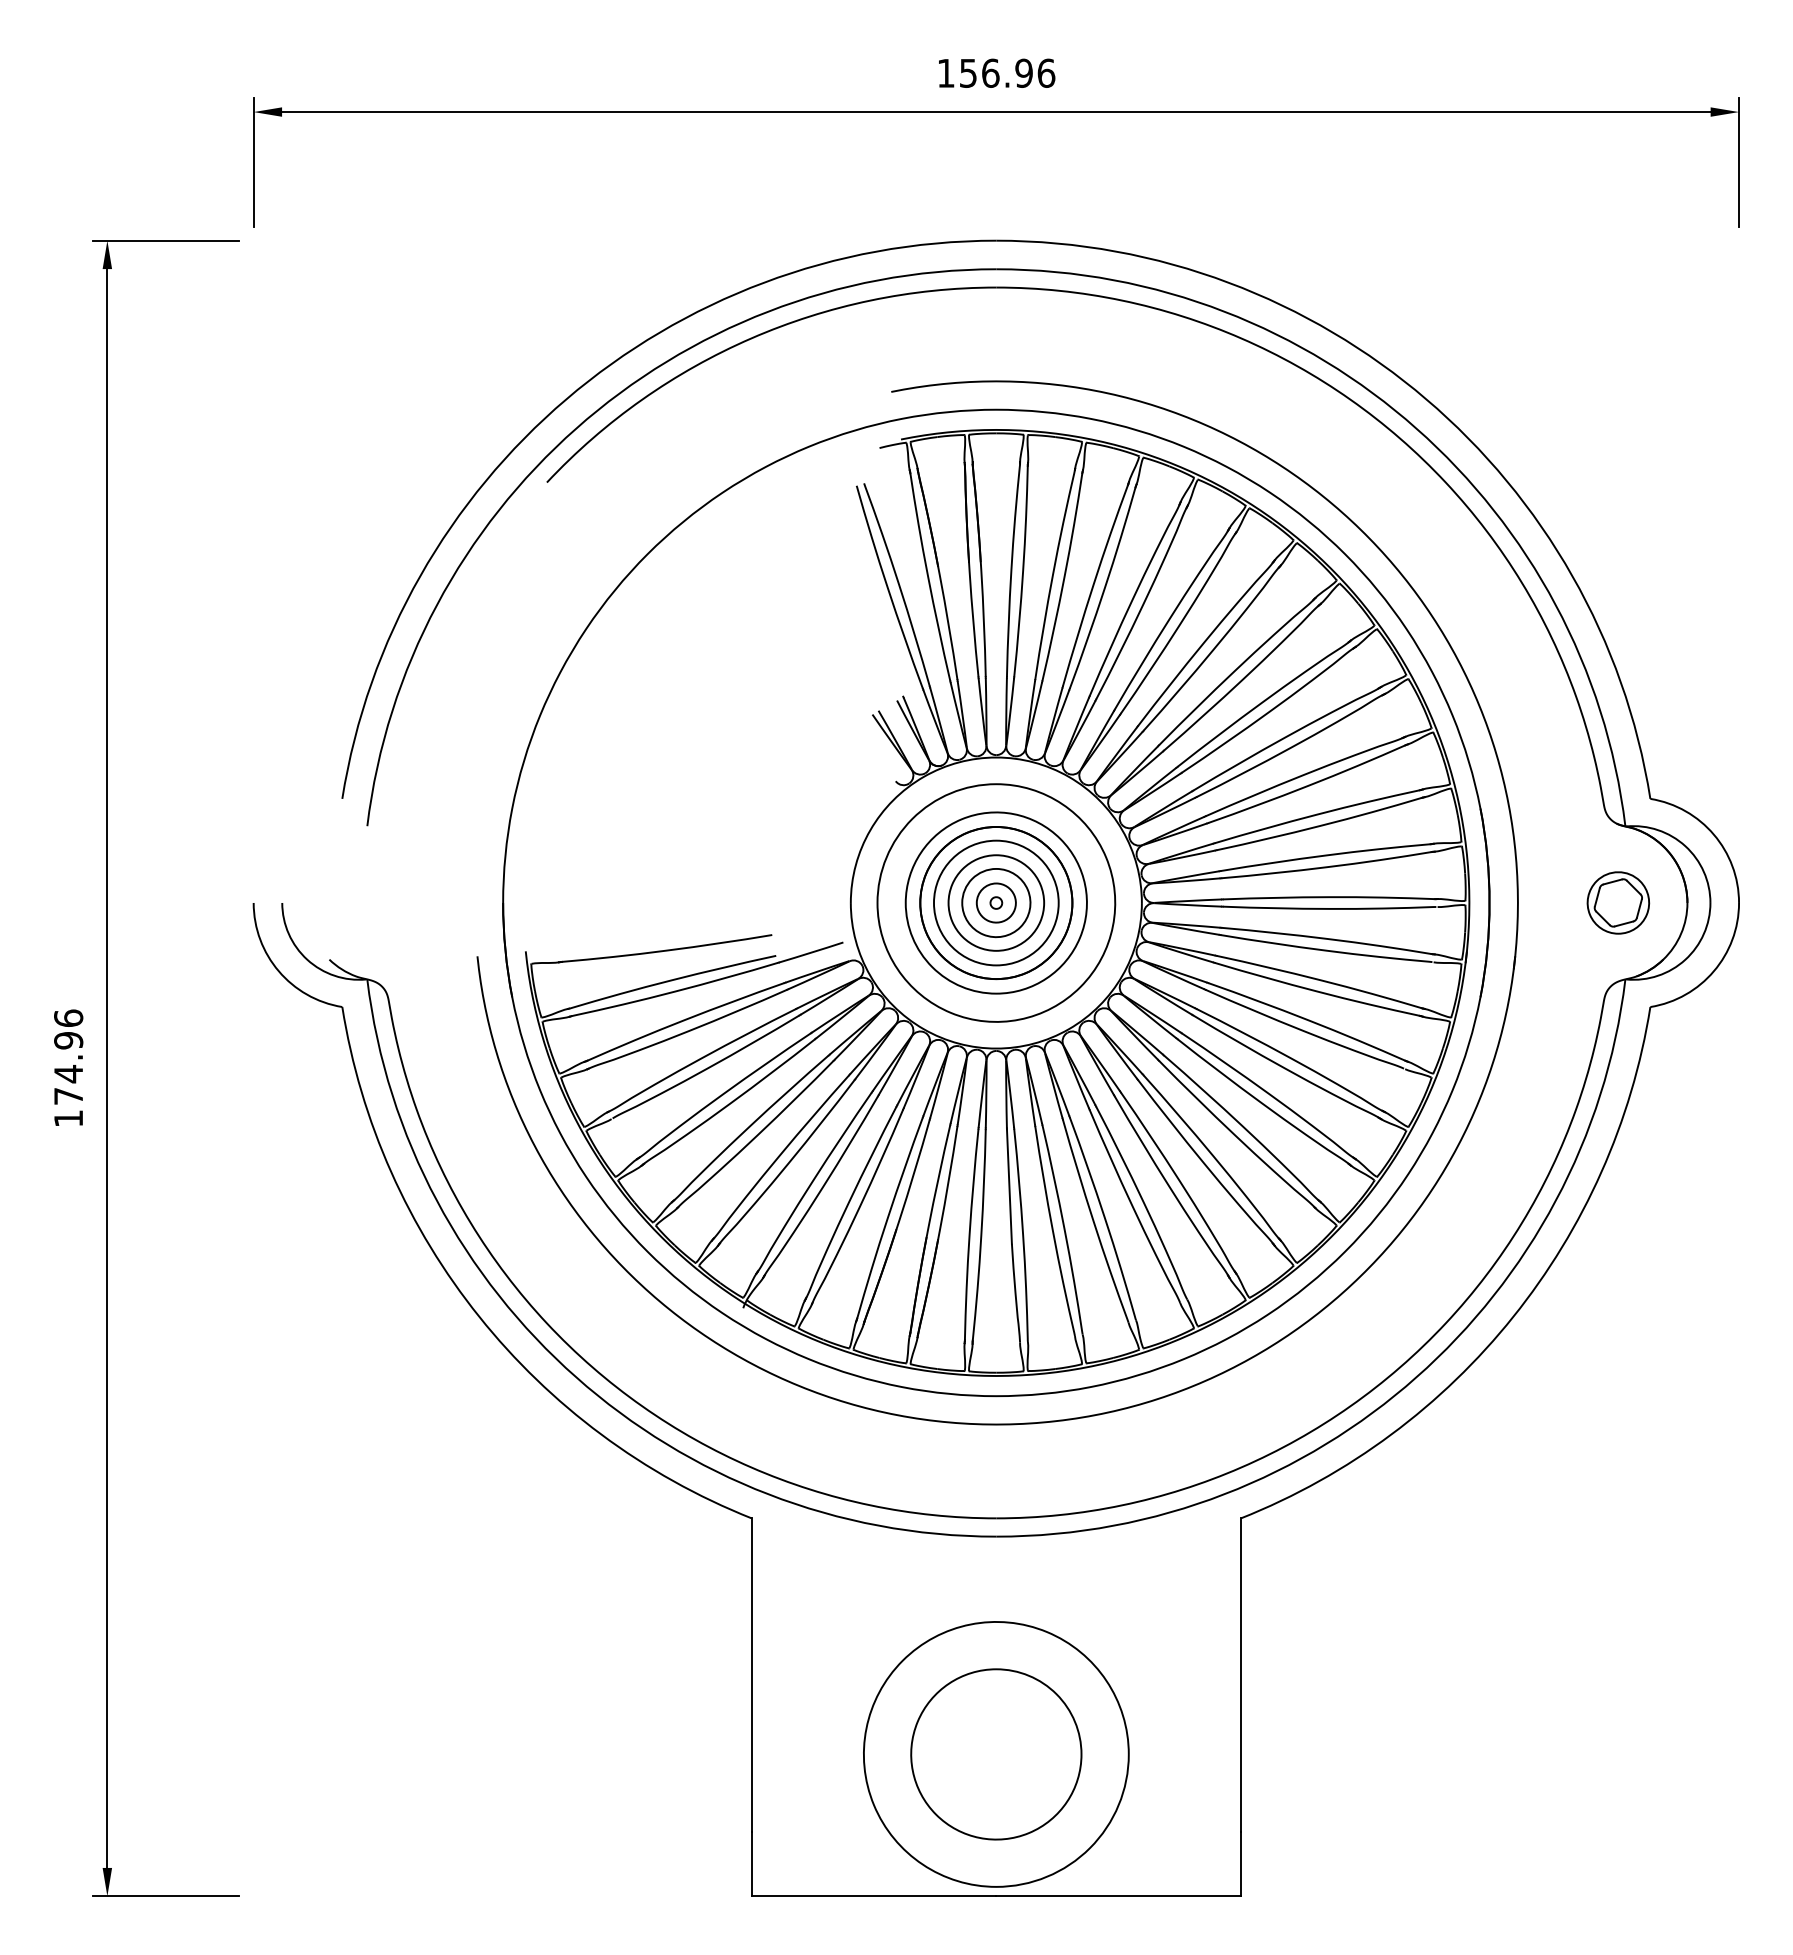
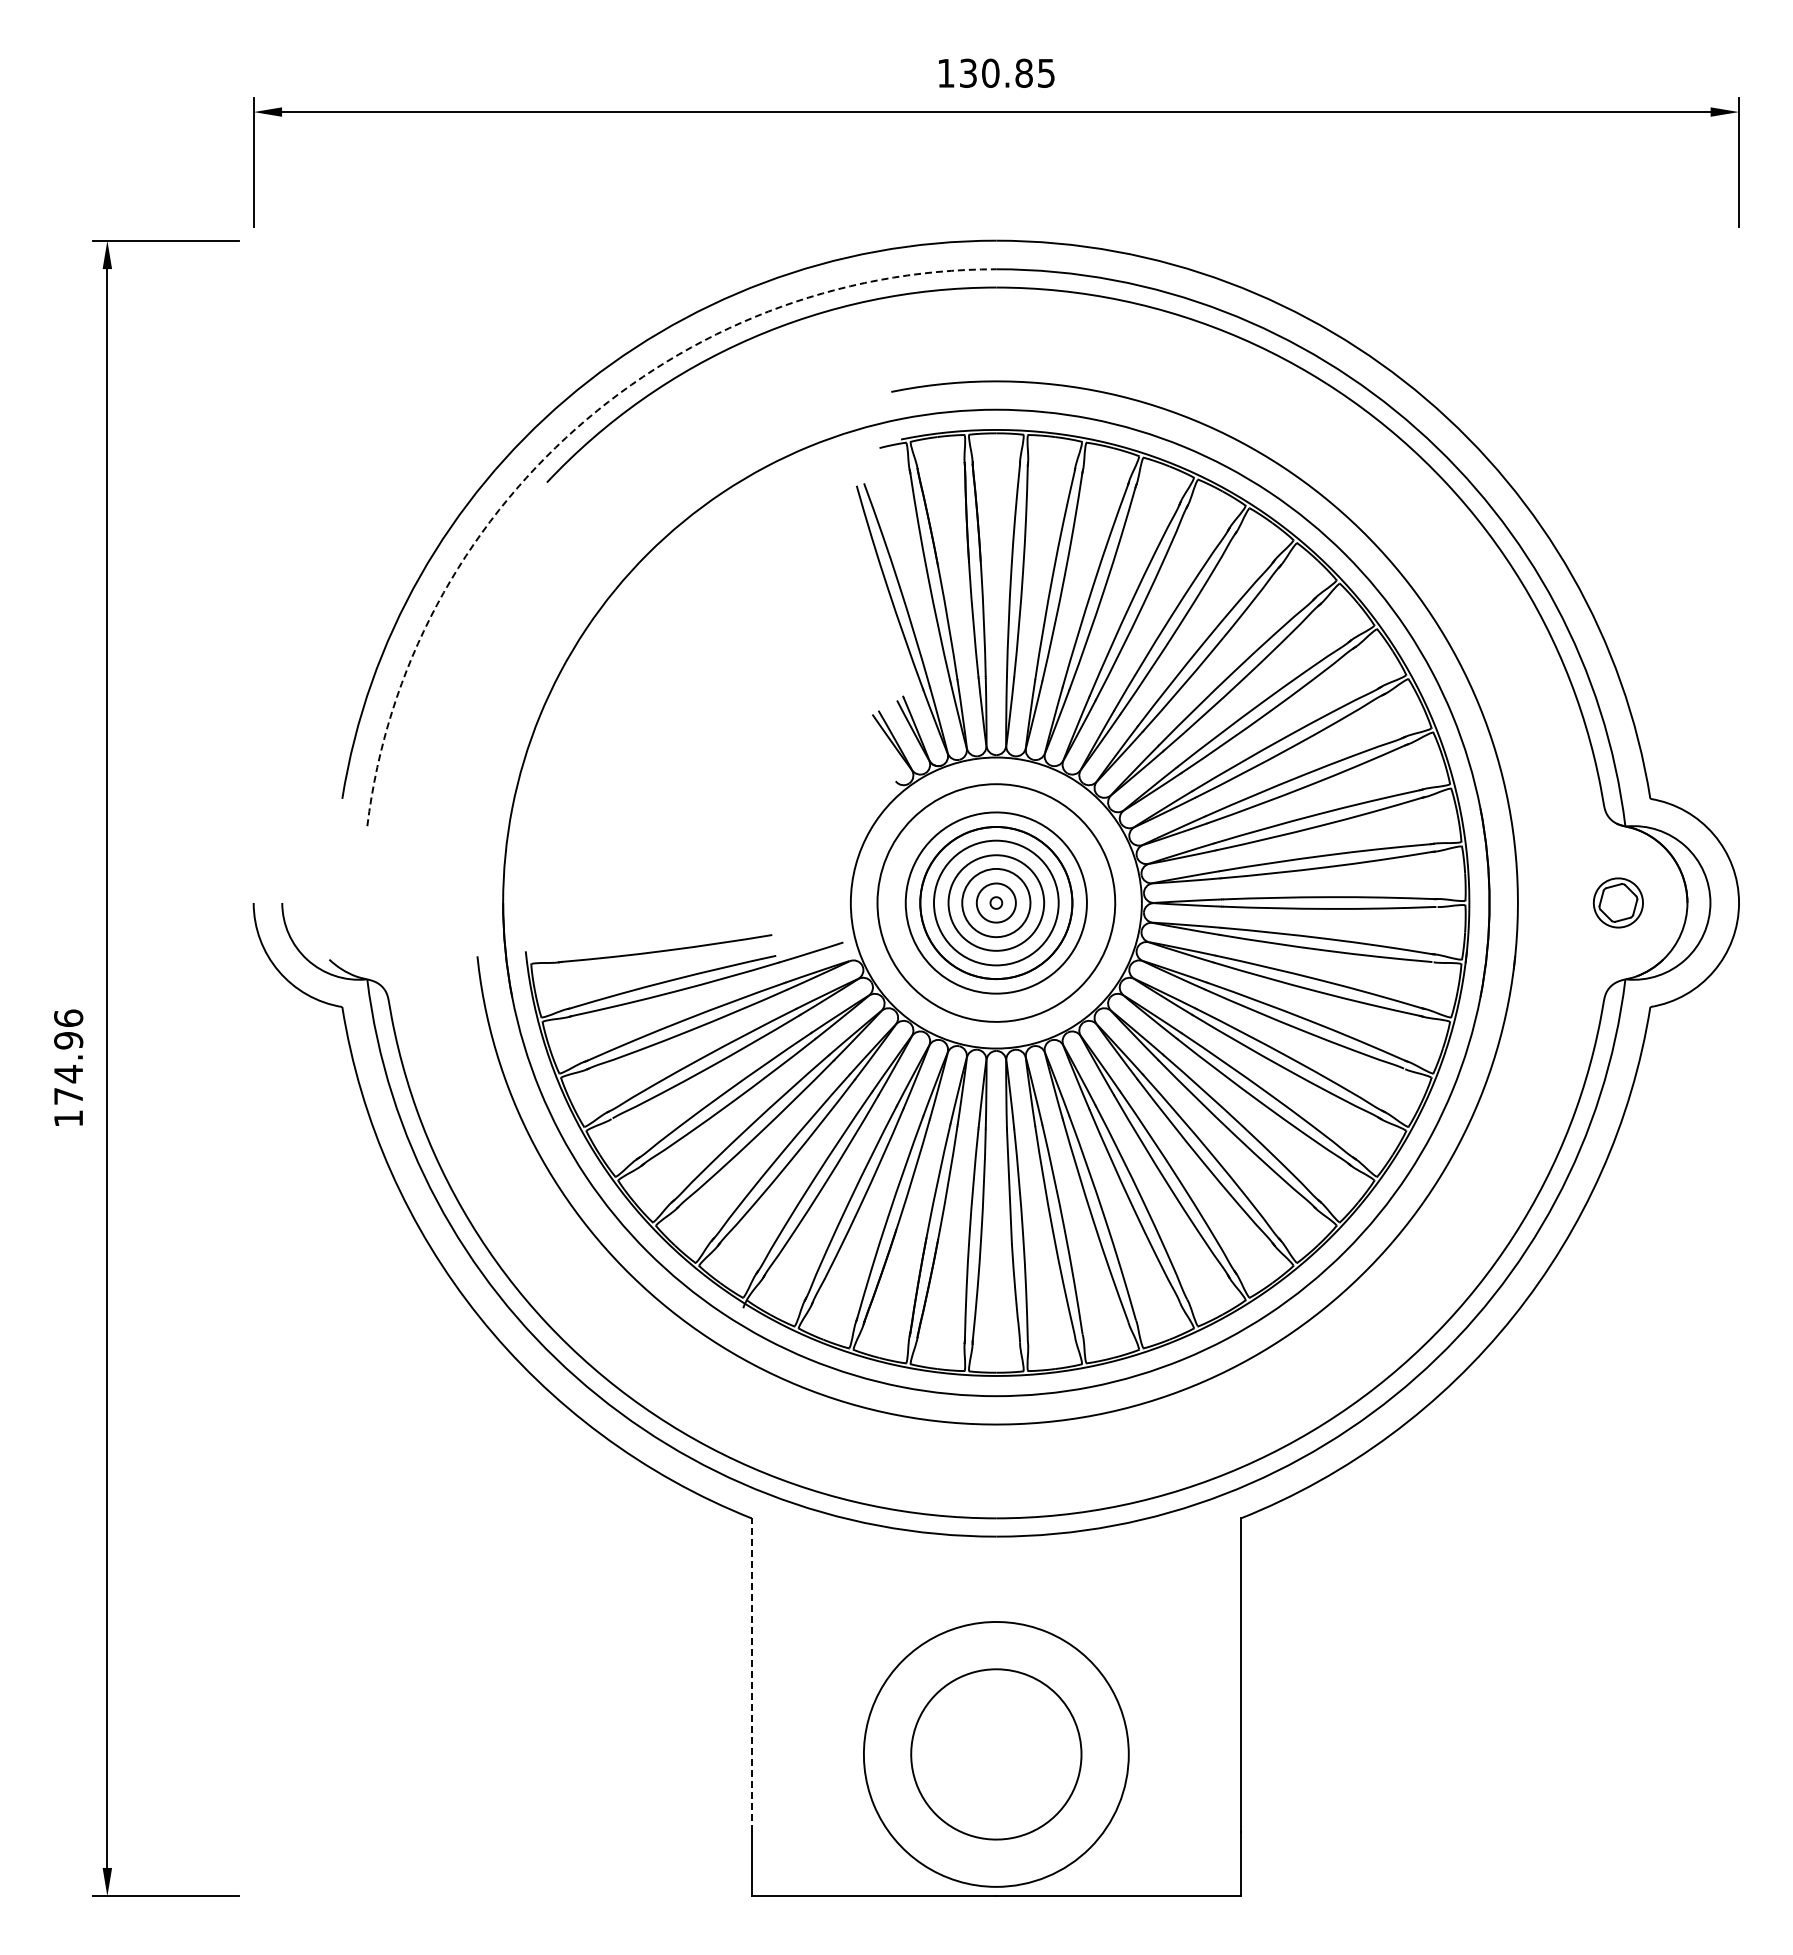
text at (1007, 72): 156.96 -> 130.85
arc at (576, 428): solid -> dashed
part at (1618, 902) size: 65x64 px -> 52x52 px
line at (751, 1675): solid -> dashed
